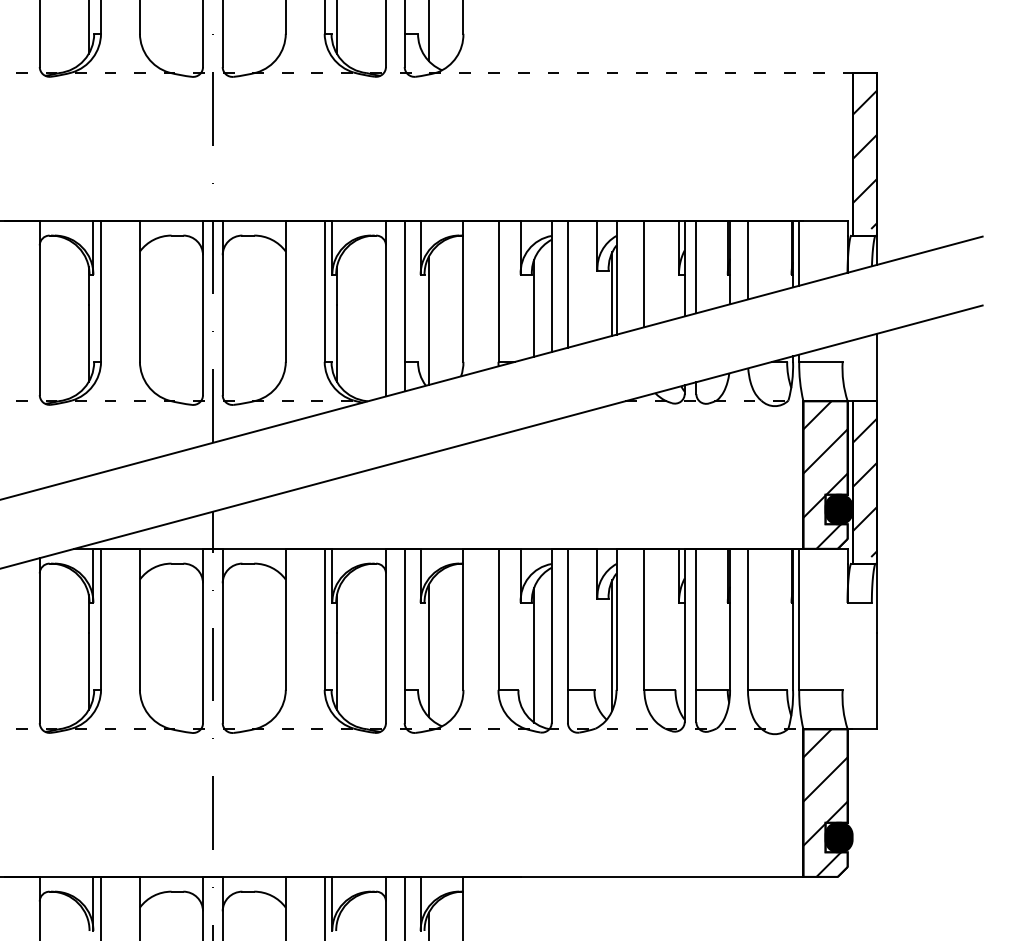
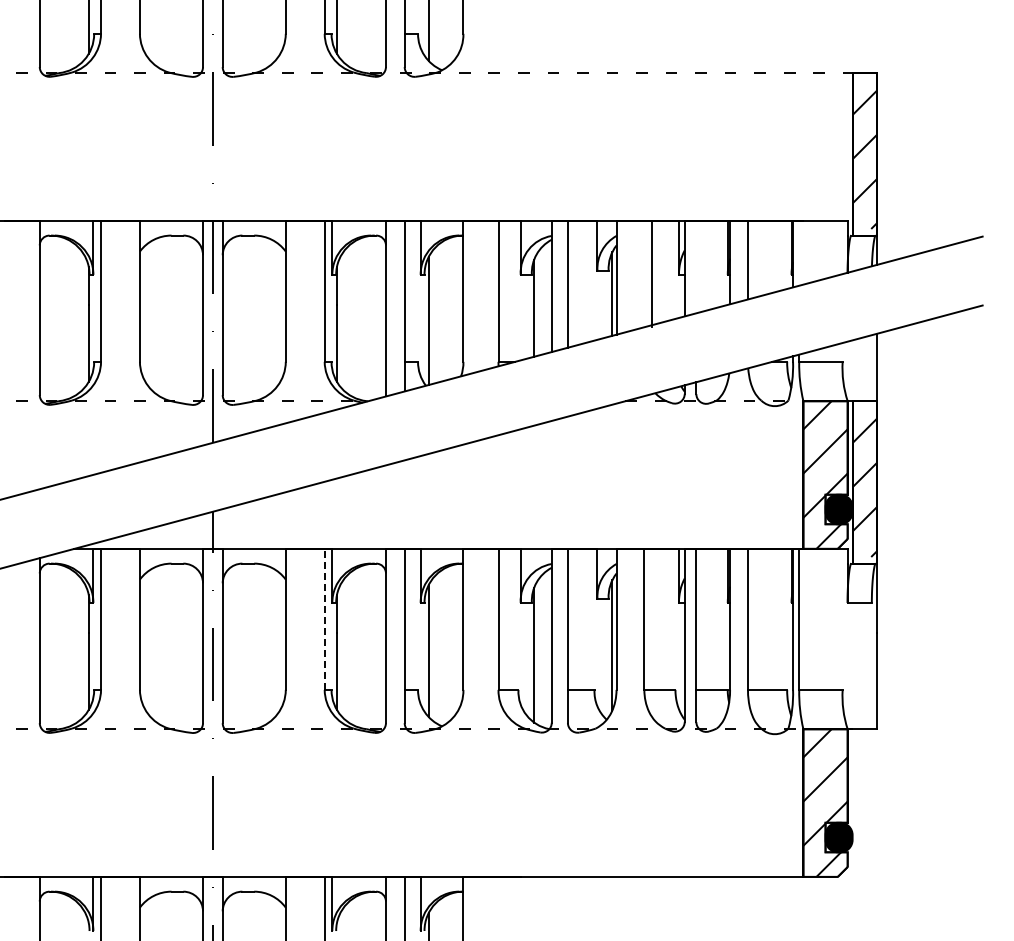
line at (799, 252): present -> none
line at (696, 266): present -> none
line at (644, 273) position: (644, 273) -> (652, 273)
line at (324, 619): solid -> dashed
